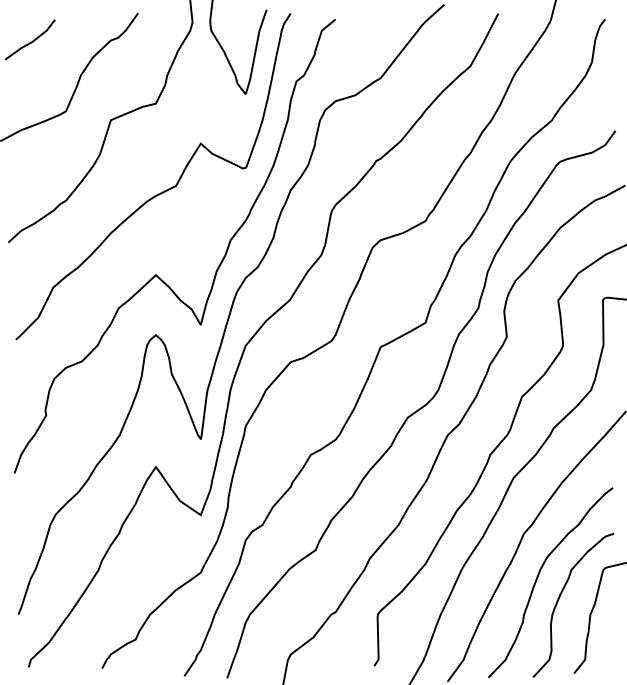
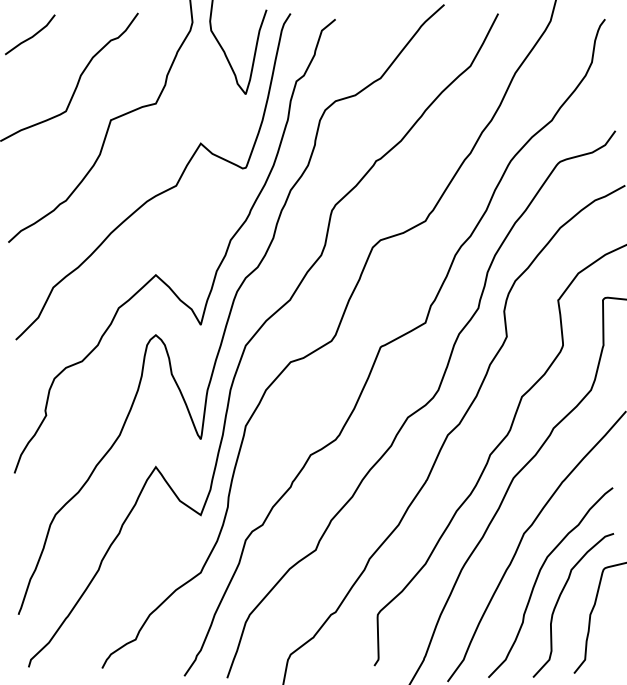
line at (32, 40) position: (32, 40) -> (32, 35)
